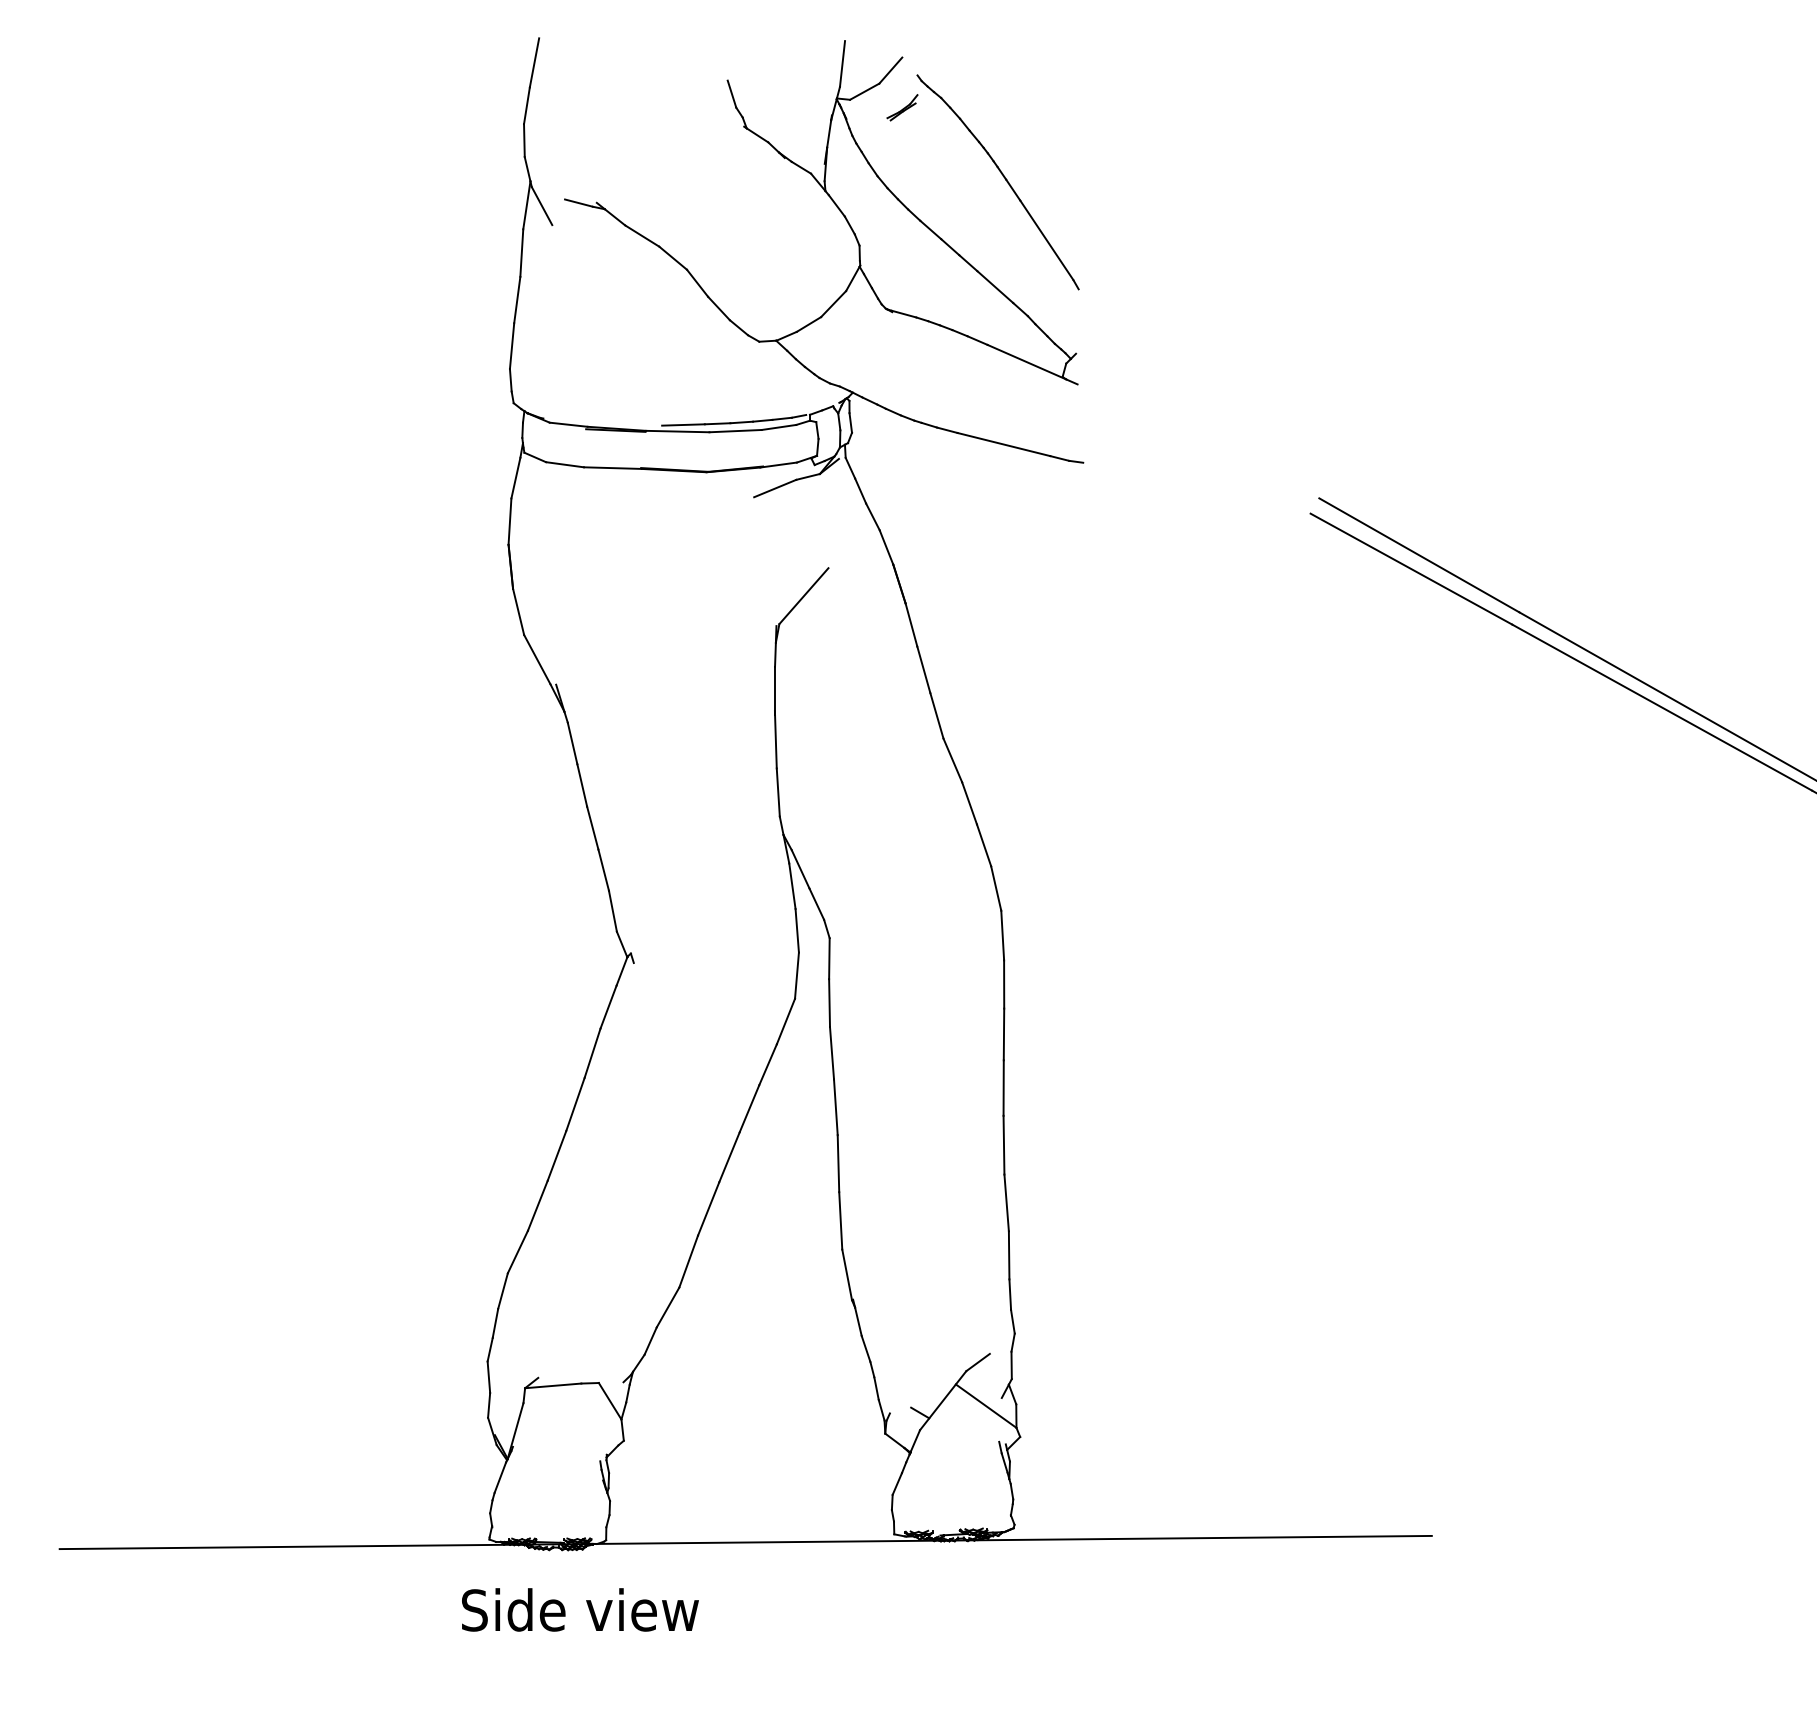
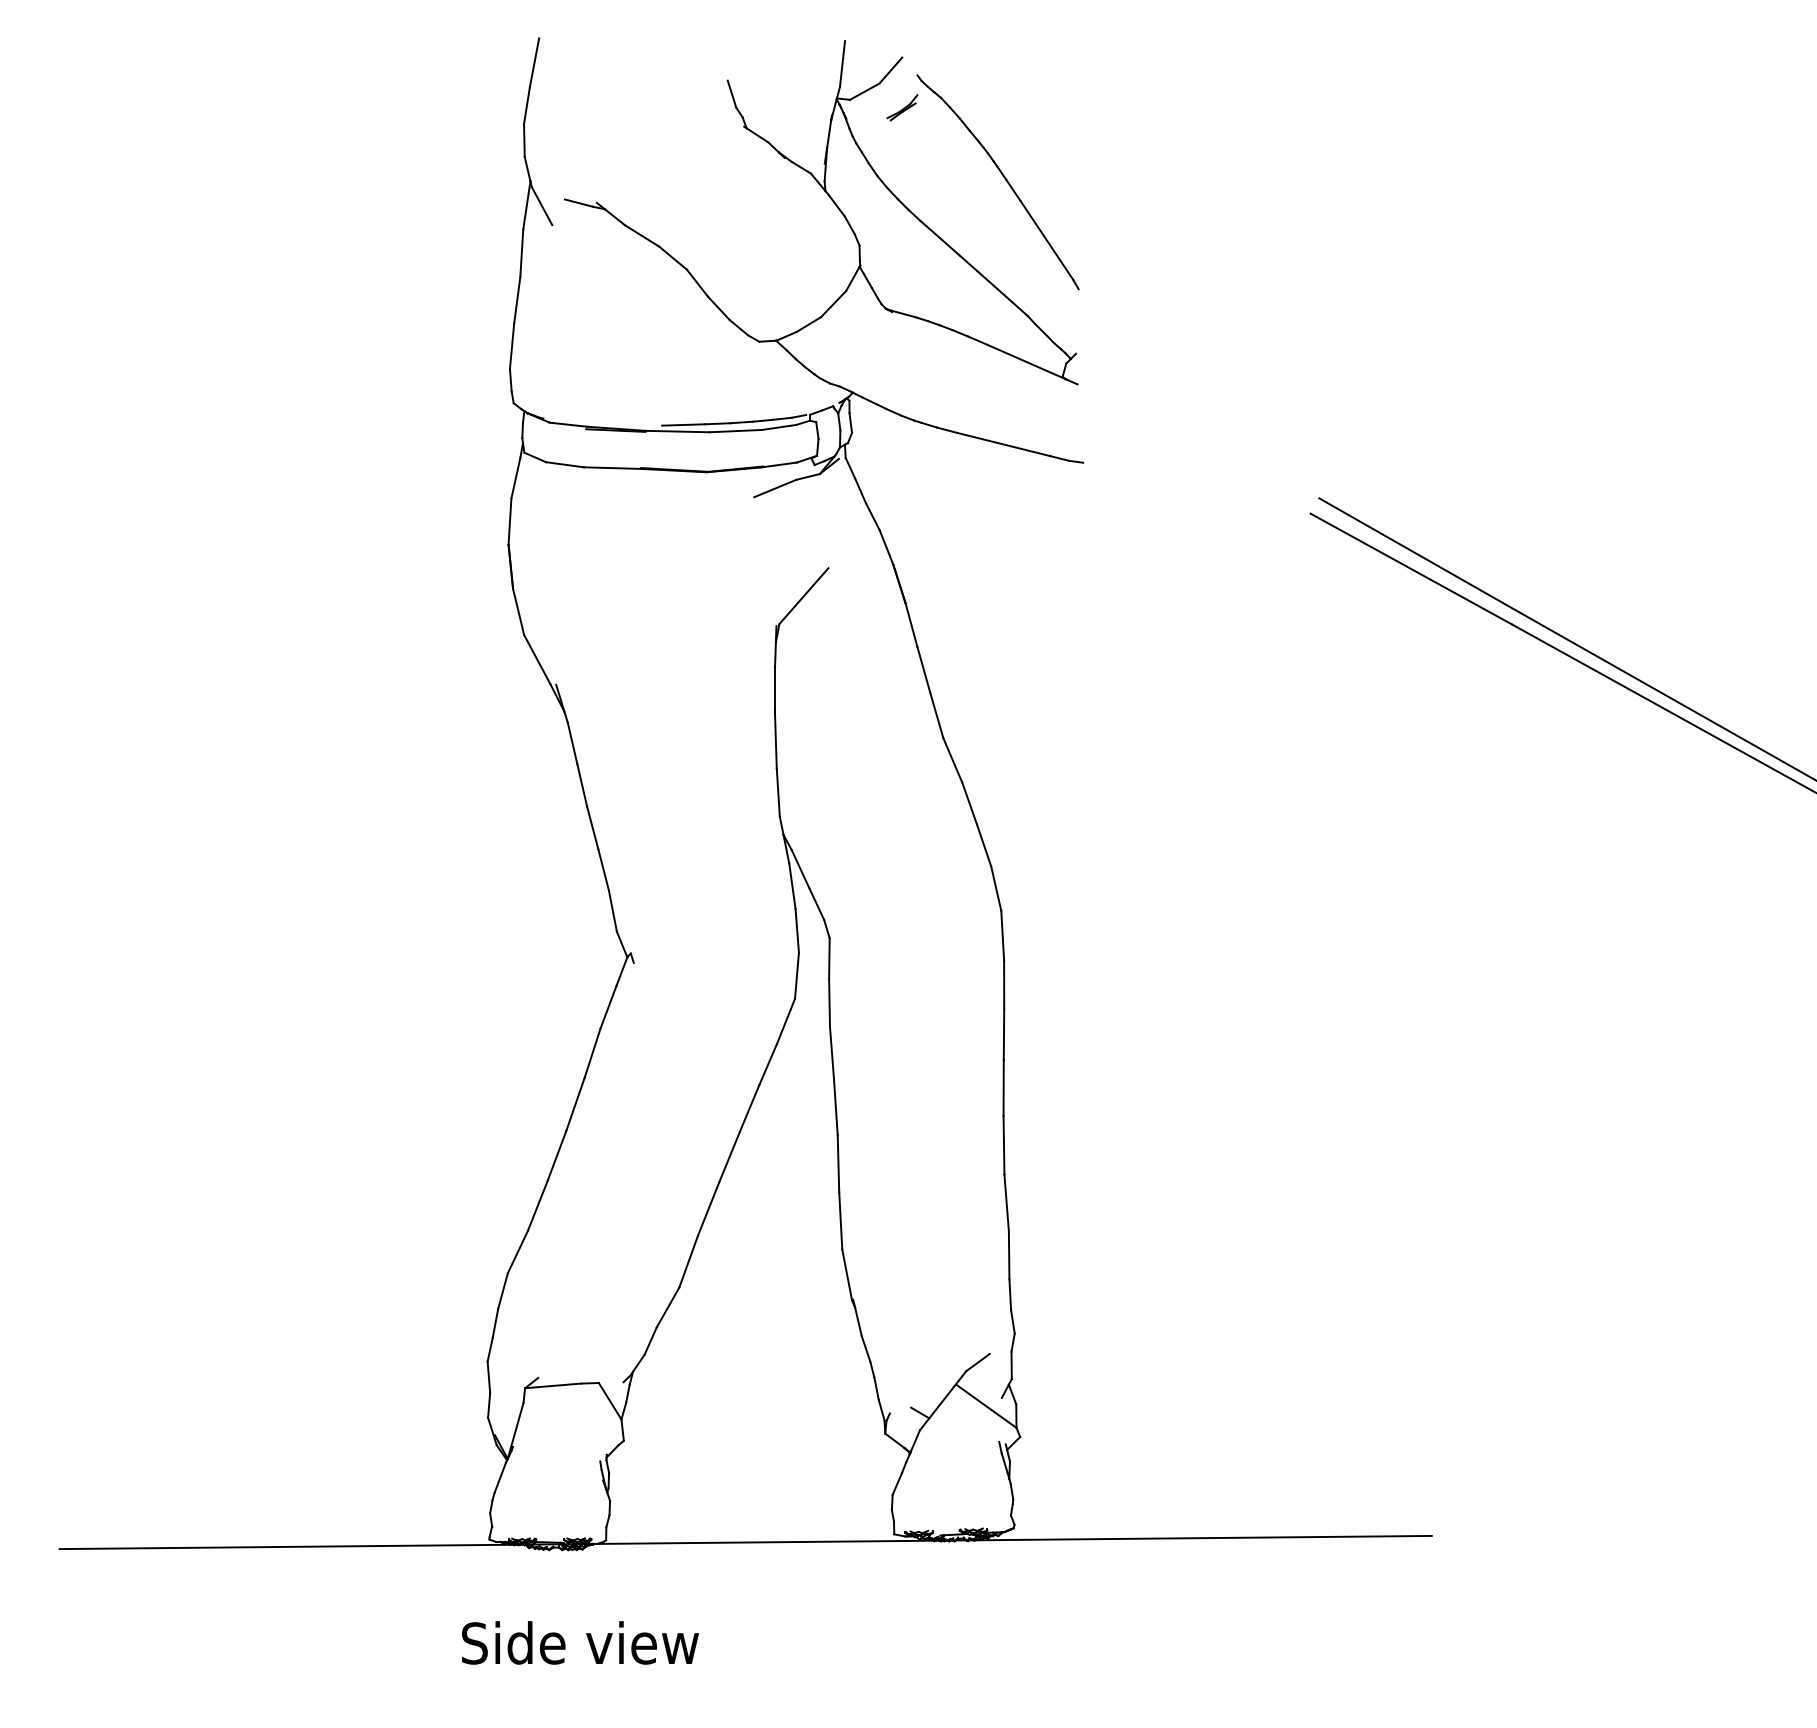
text at (580, 1609) position: (580, 1609) -> (580, 1642)
